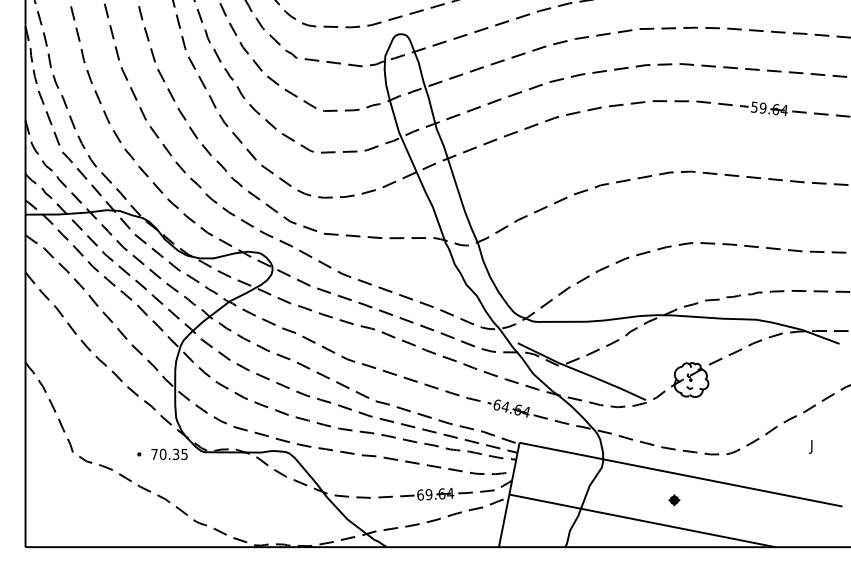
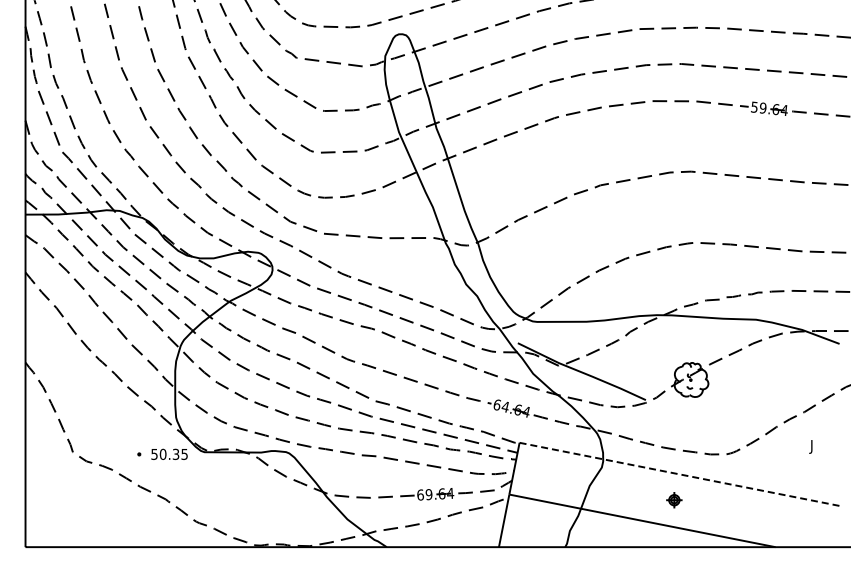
text at (154, 454): 70.35 -> 50.35
line at (681, 474): solid -> dashed
part at (674, 500) size: 13x13 px -> 17x17 px
